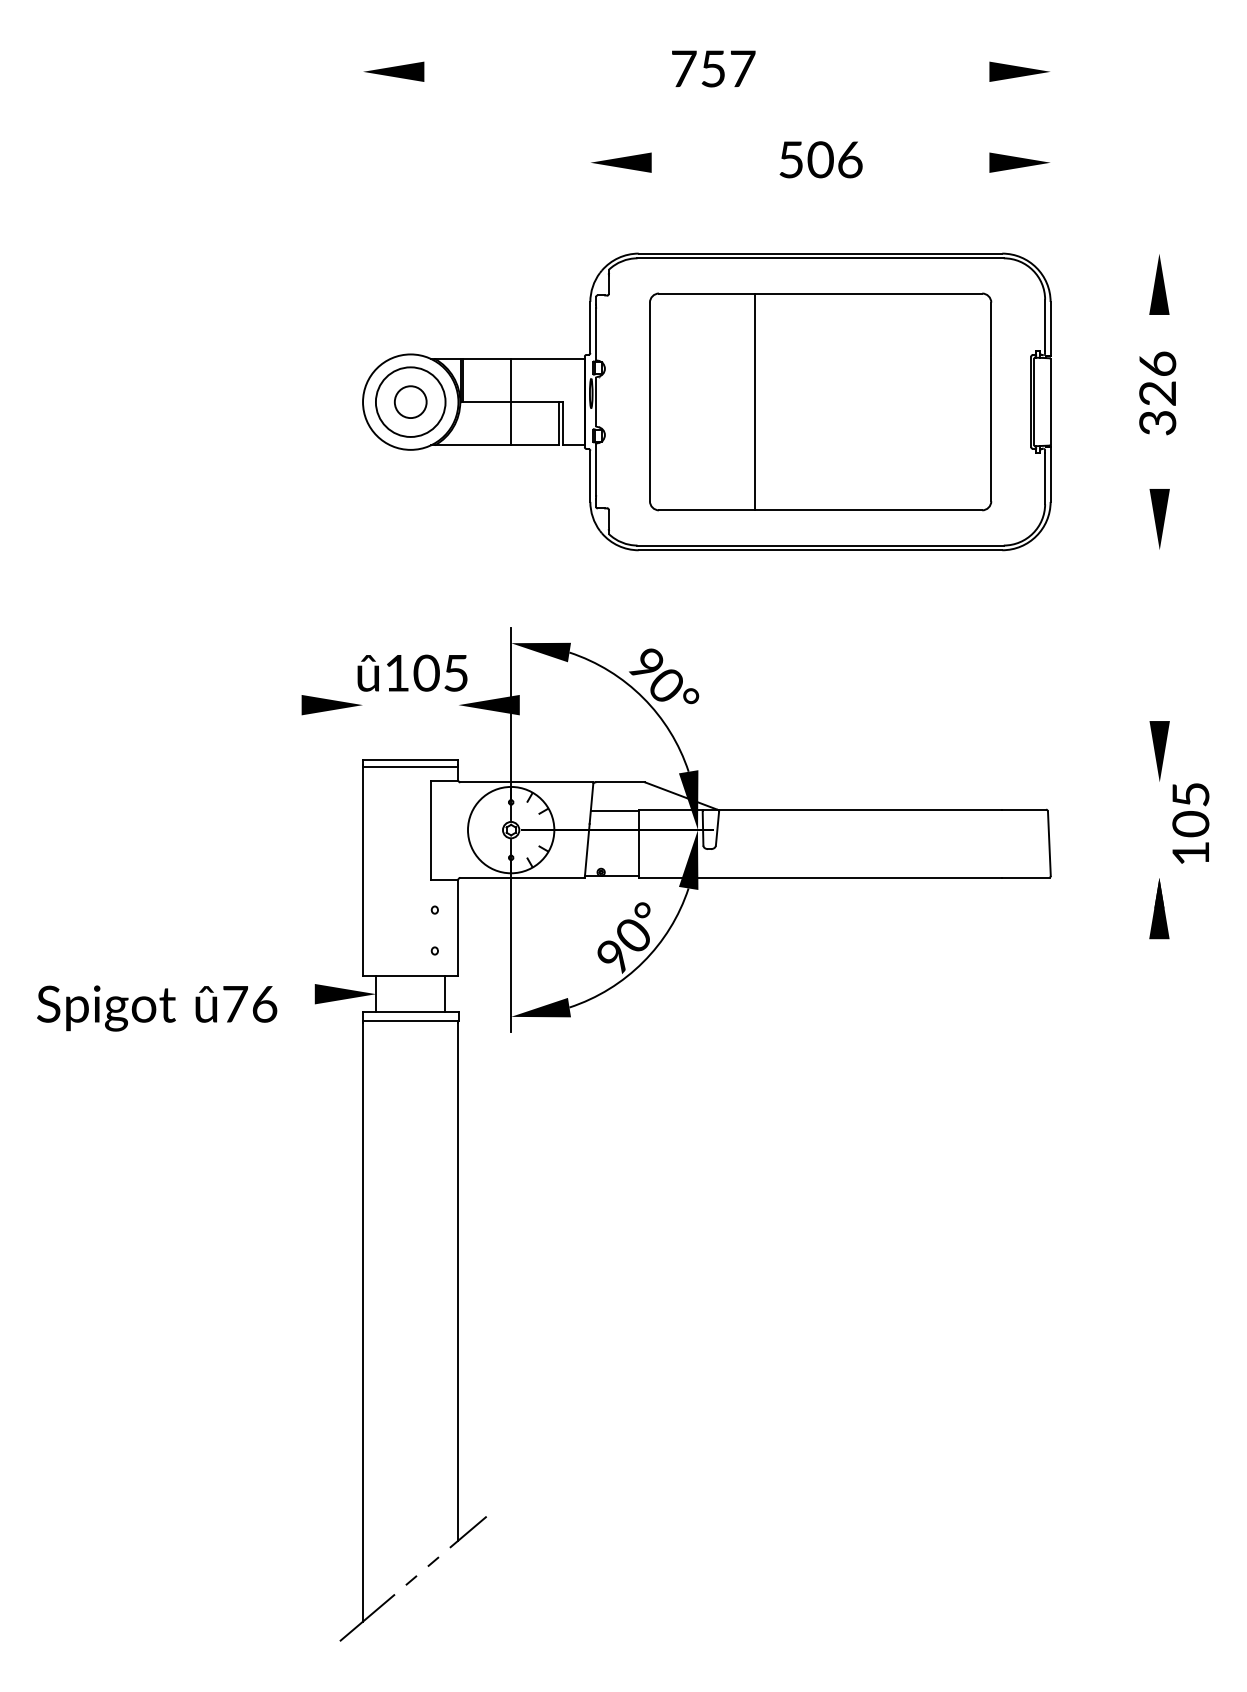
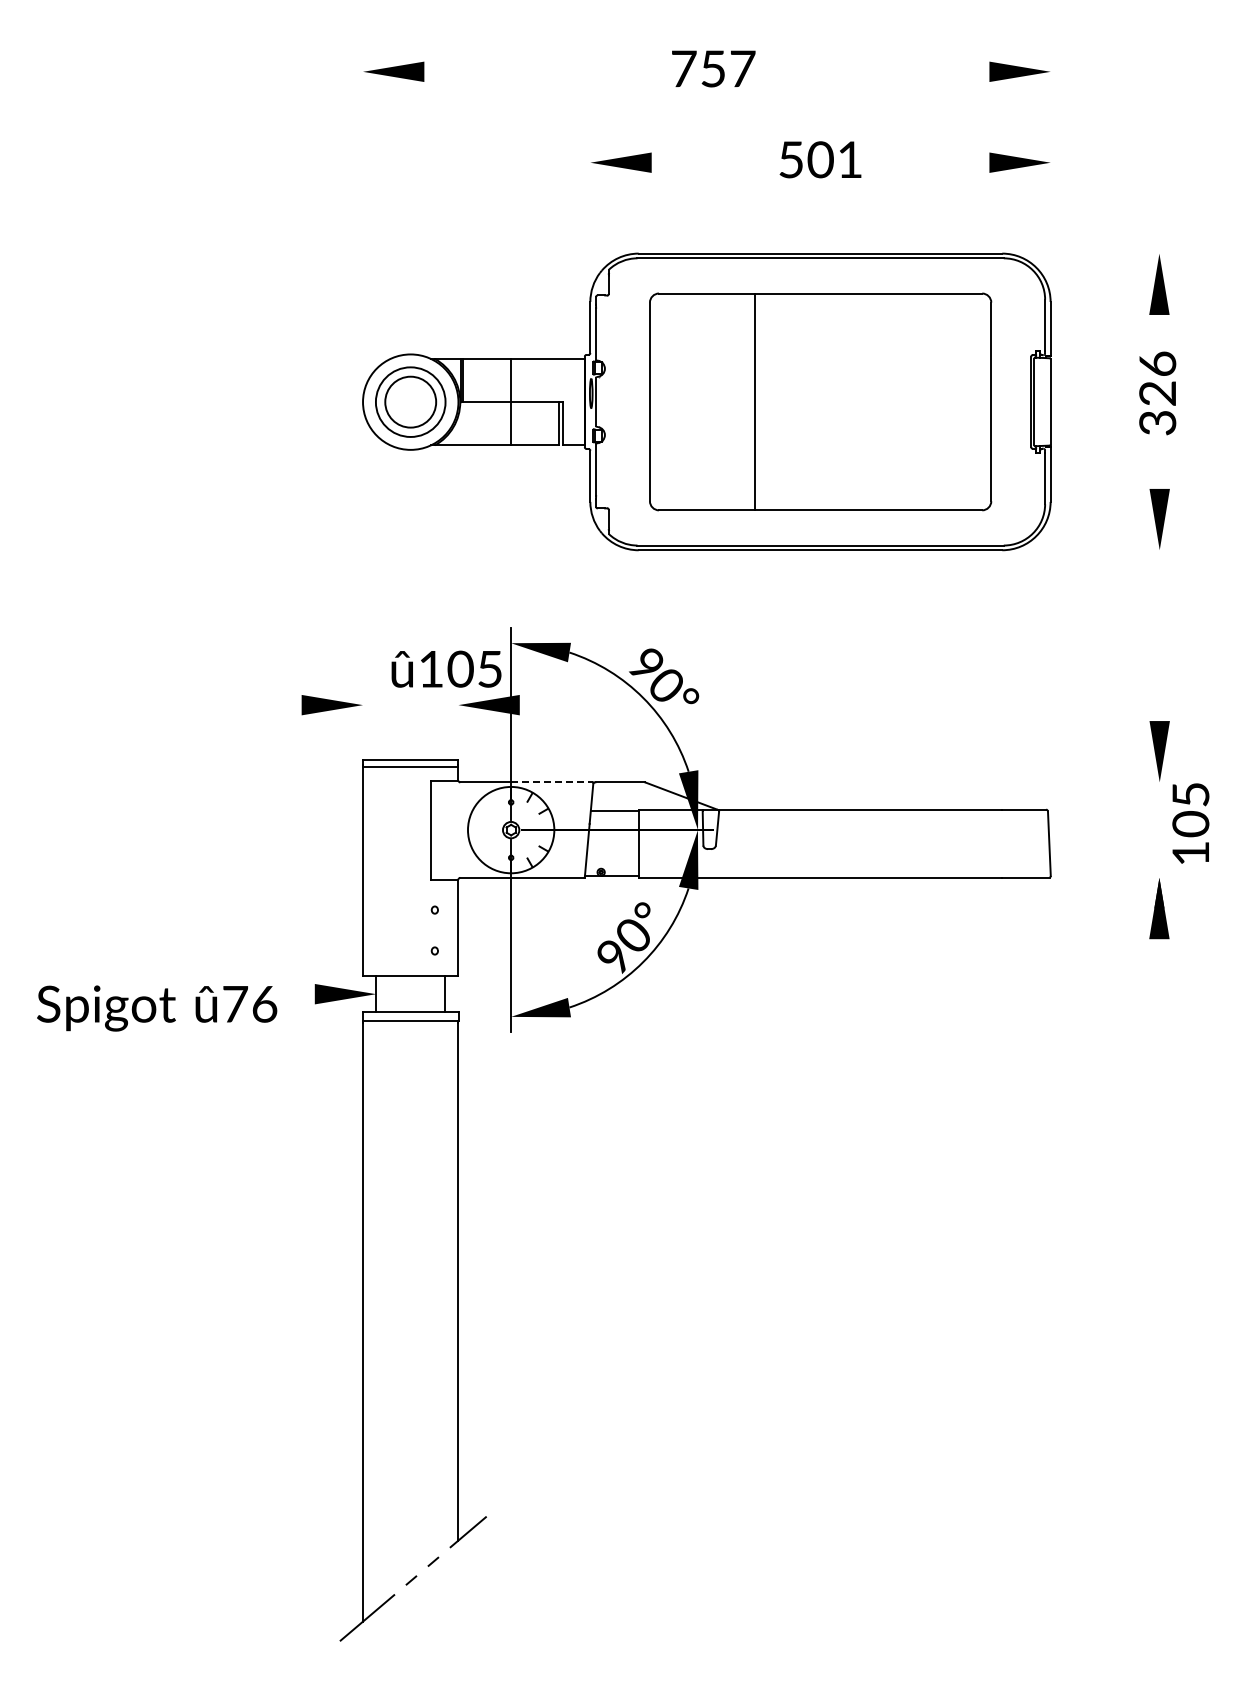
text at (850, 159): 506 -> 501
circle at (410, 402) diameter: 32 px -> 51 px
text at (412, 672) position: (412, 672) -> (446, 668)
line at (552, 782): solid -> dashed
